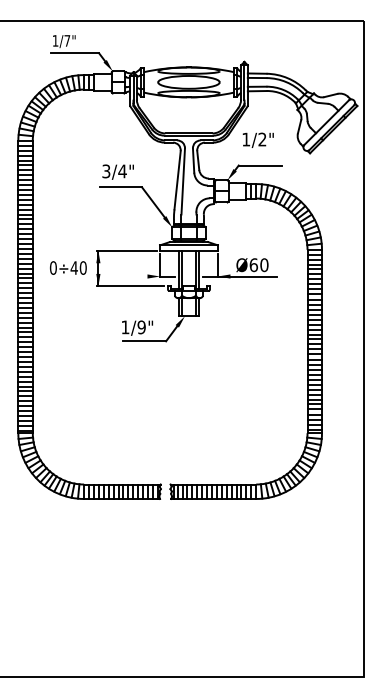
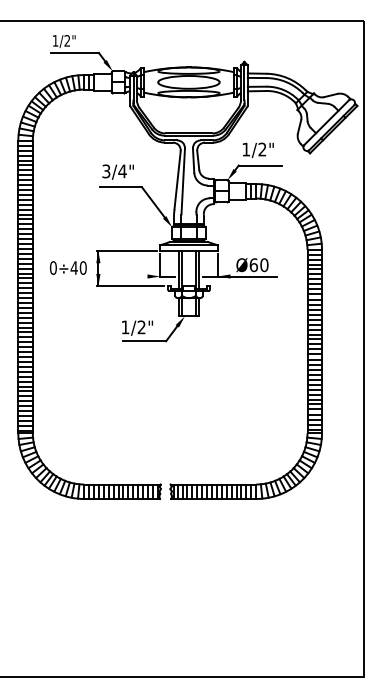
text at (67, 40): 1/7" -> 1/2"
text at (257, 139) position: (257, 139) -> (257, 149)
text at (141, 327): 1/9" -> 1/2"
